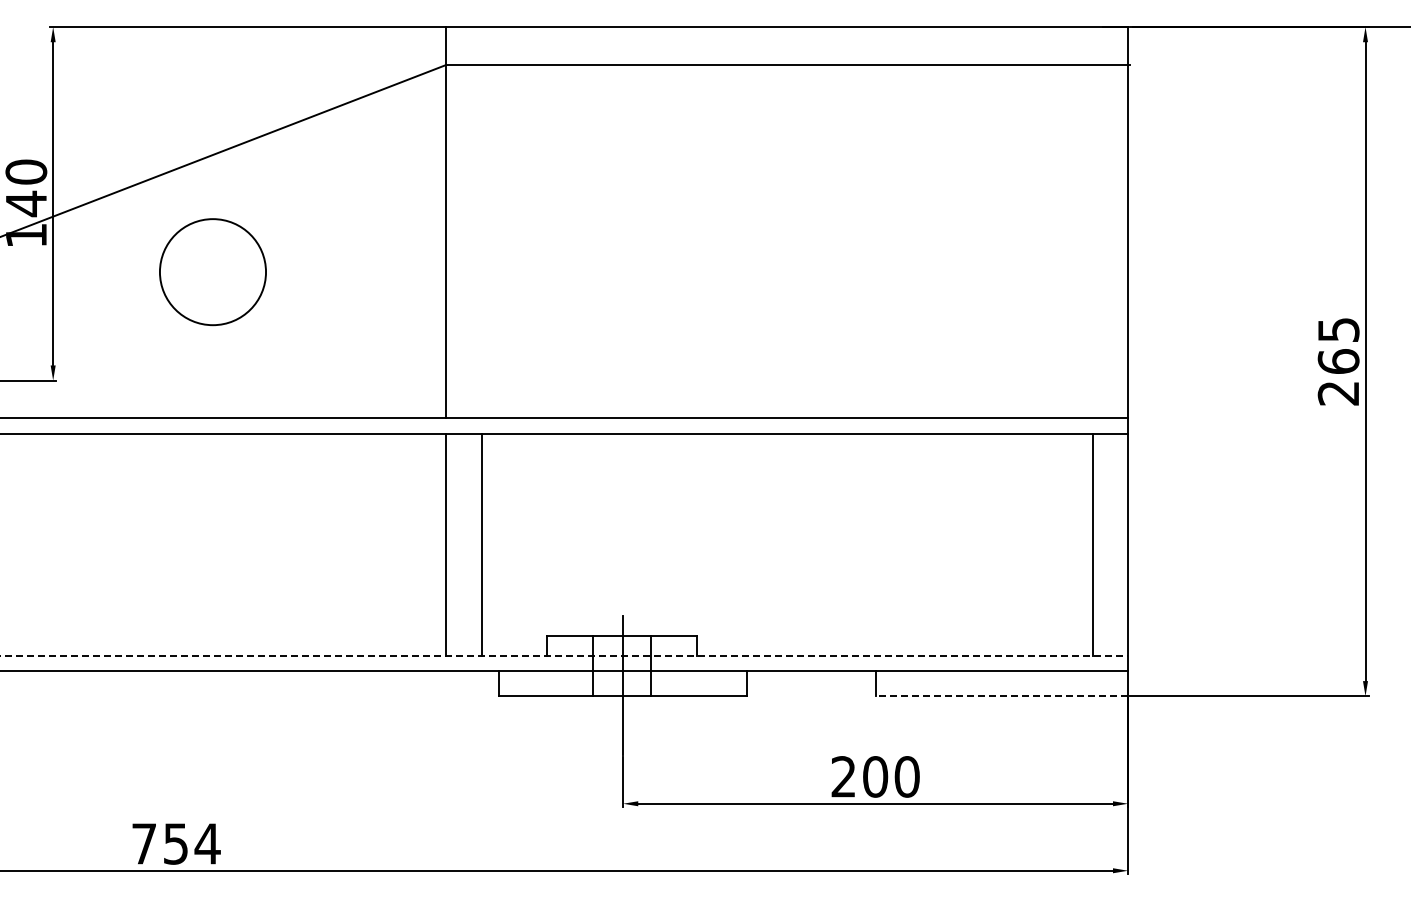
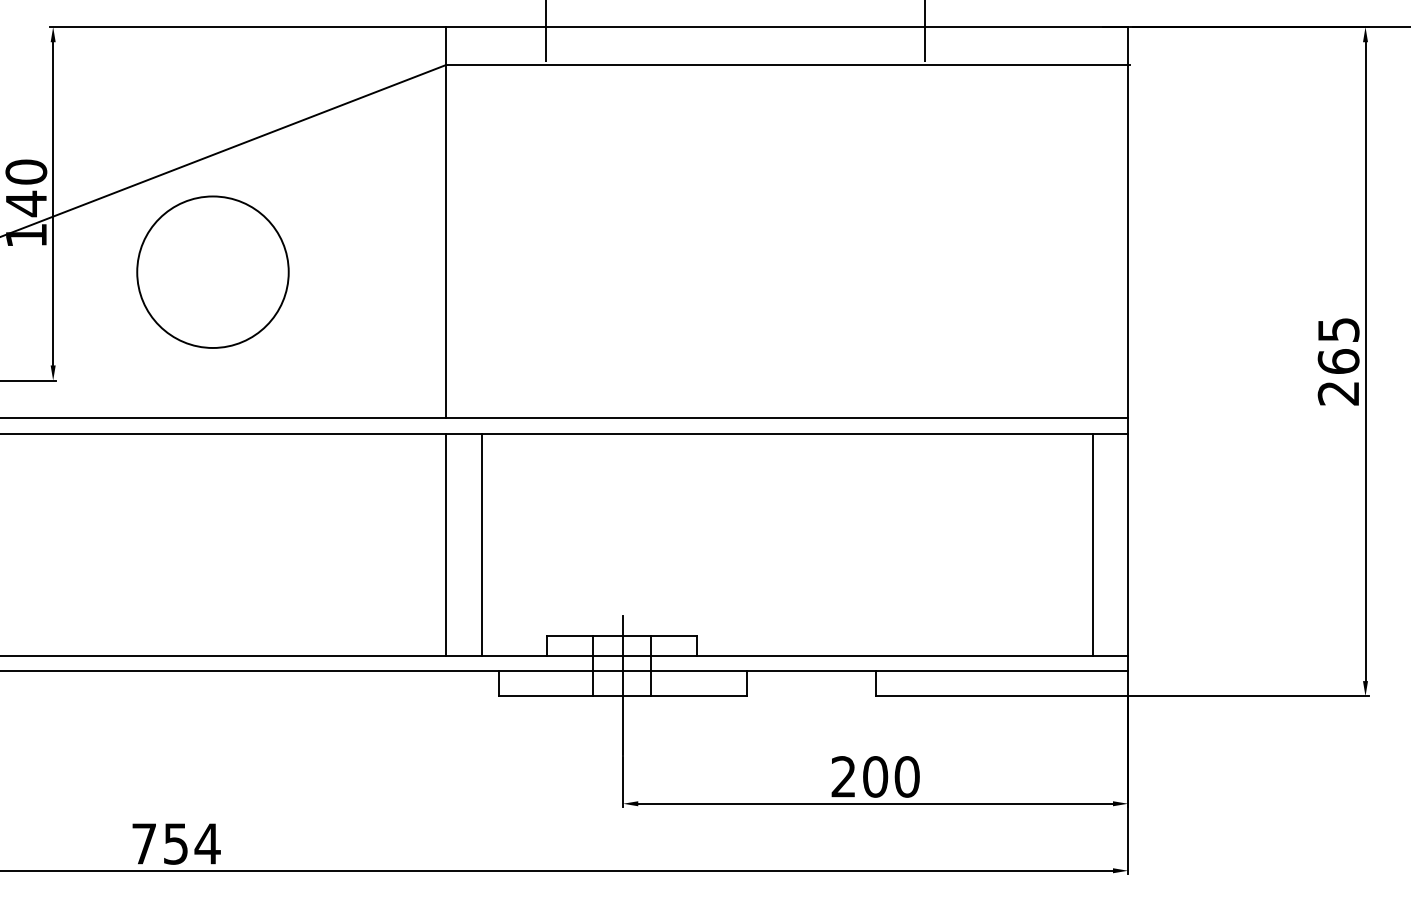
line at (546, 31): none -> present
line at (925, 31): none -> present
circle at (212, 272) size: 108x109 px -> 154x154 px
line at (564, 655): dashed -> solid
line at (1001, 696): dashed -> solid
